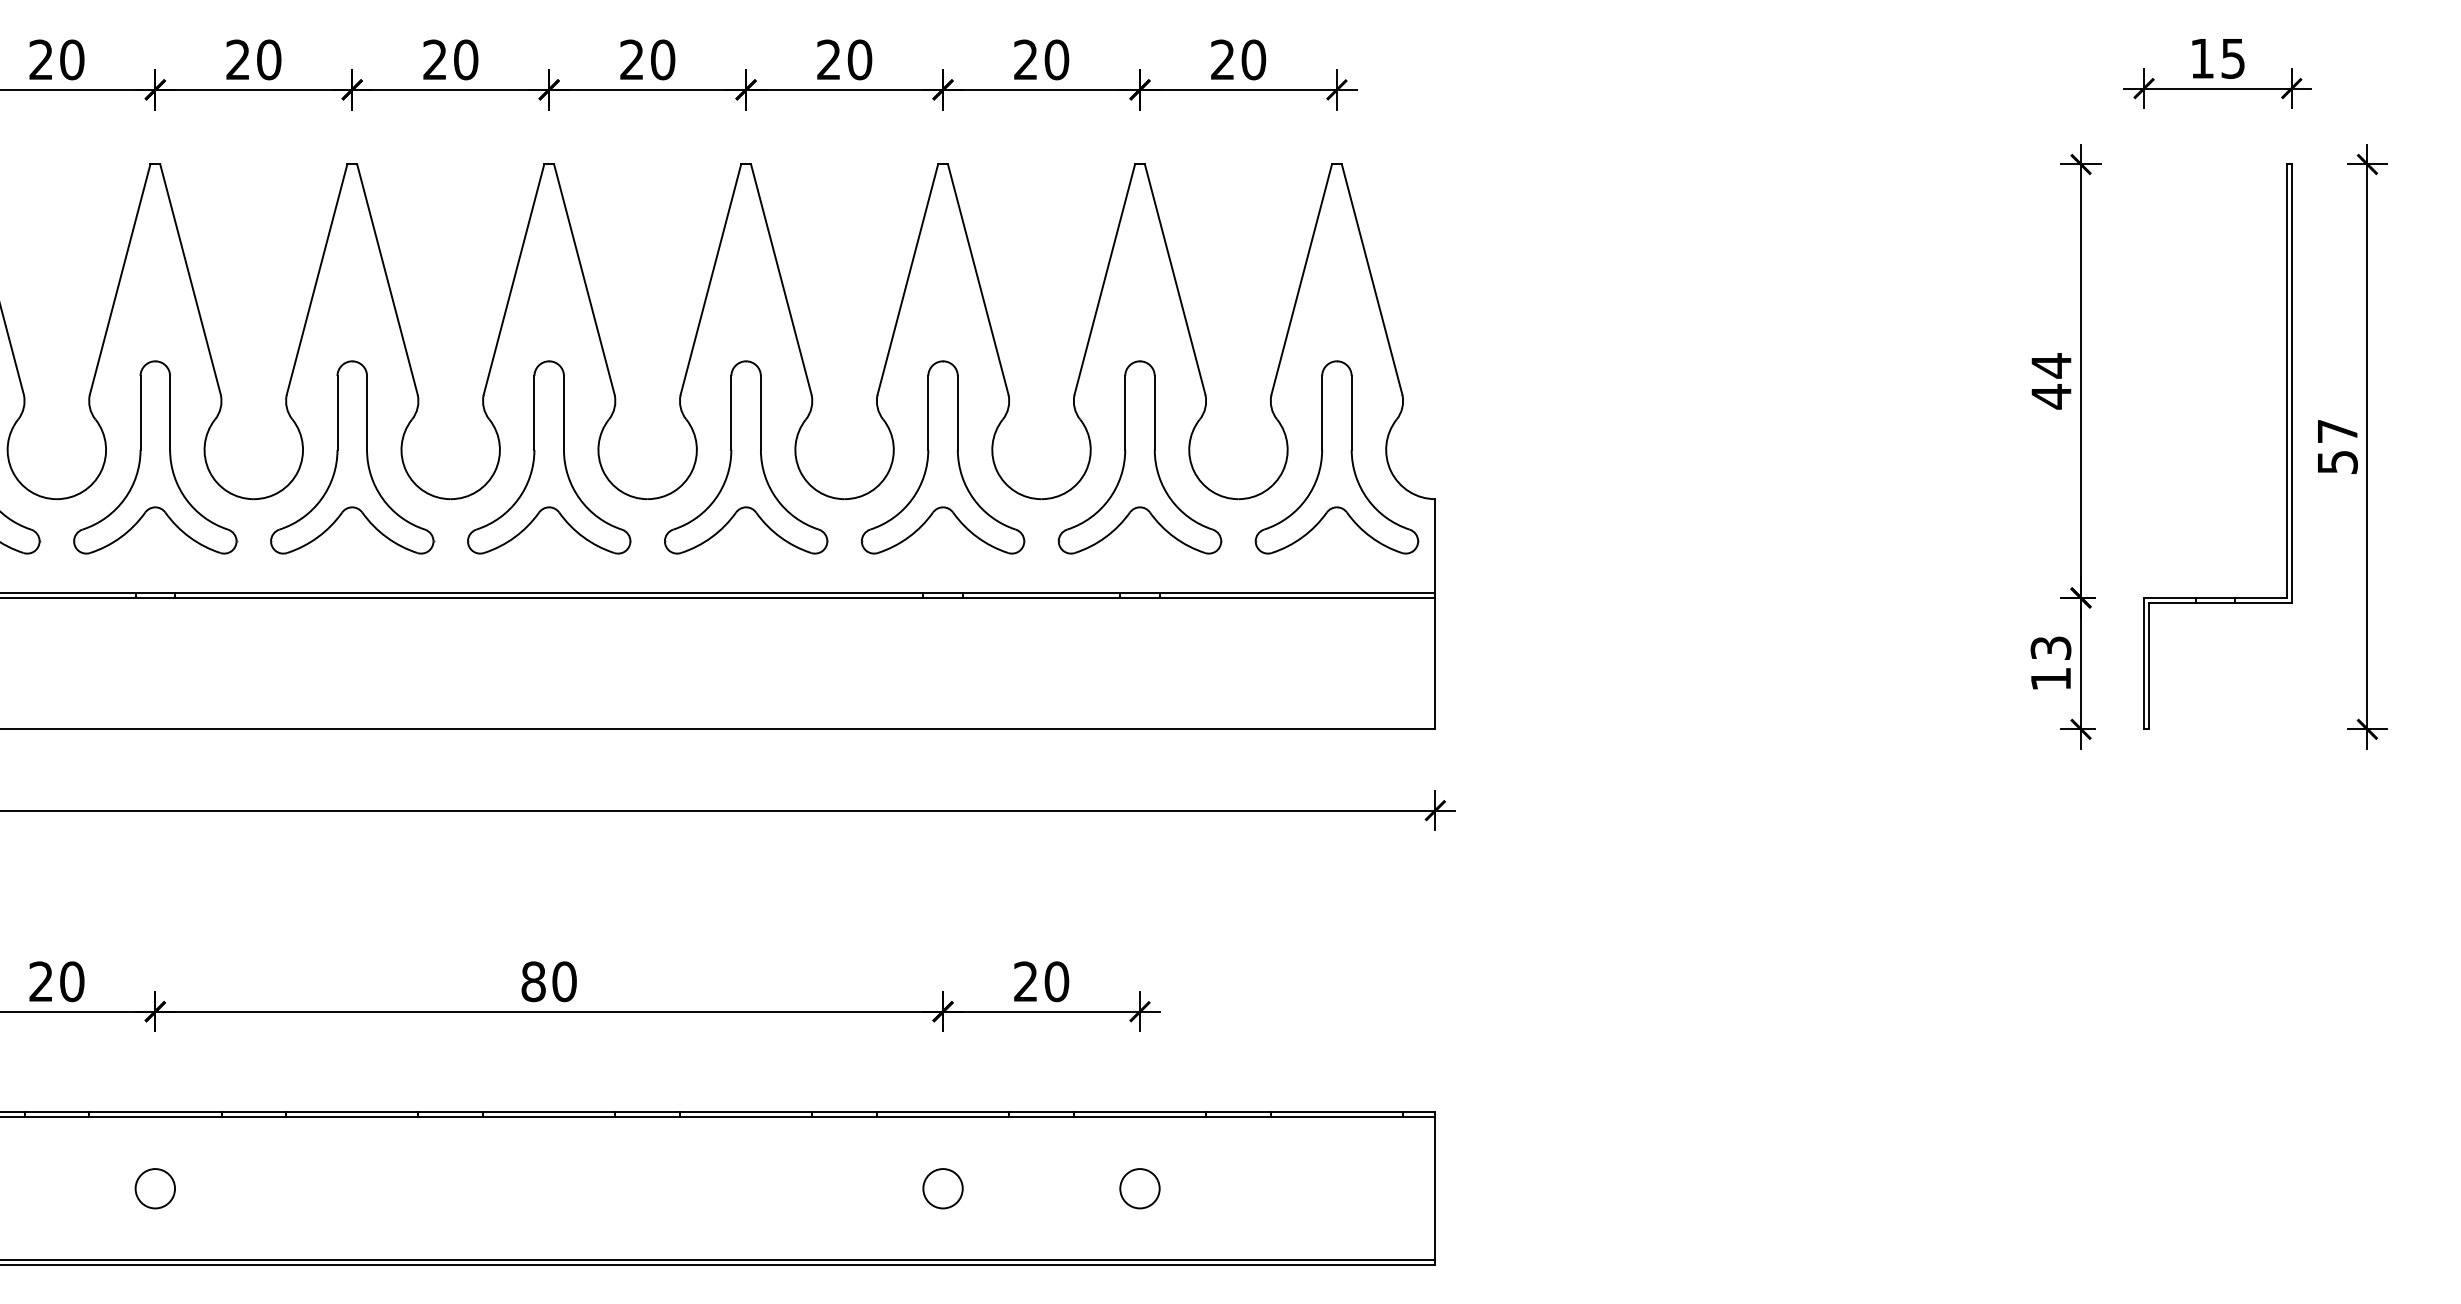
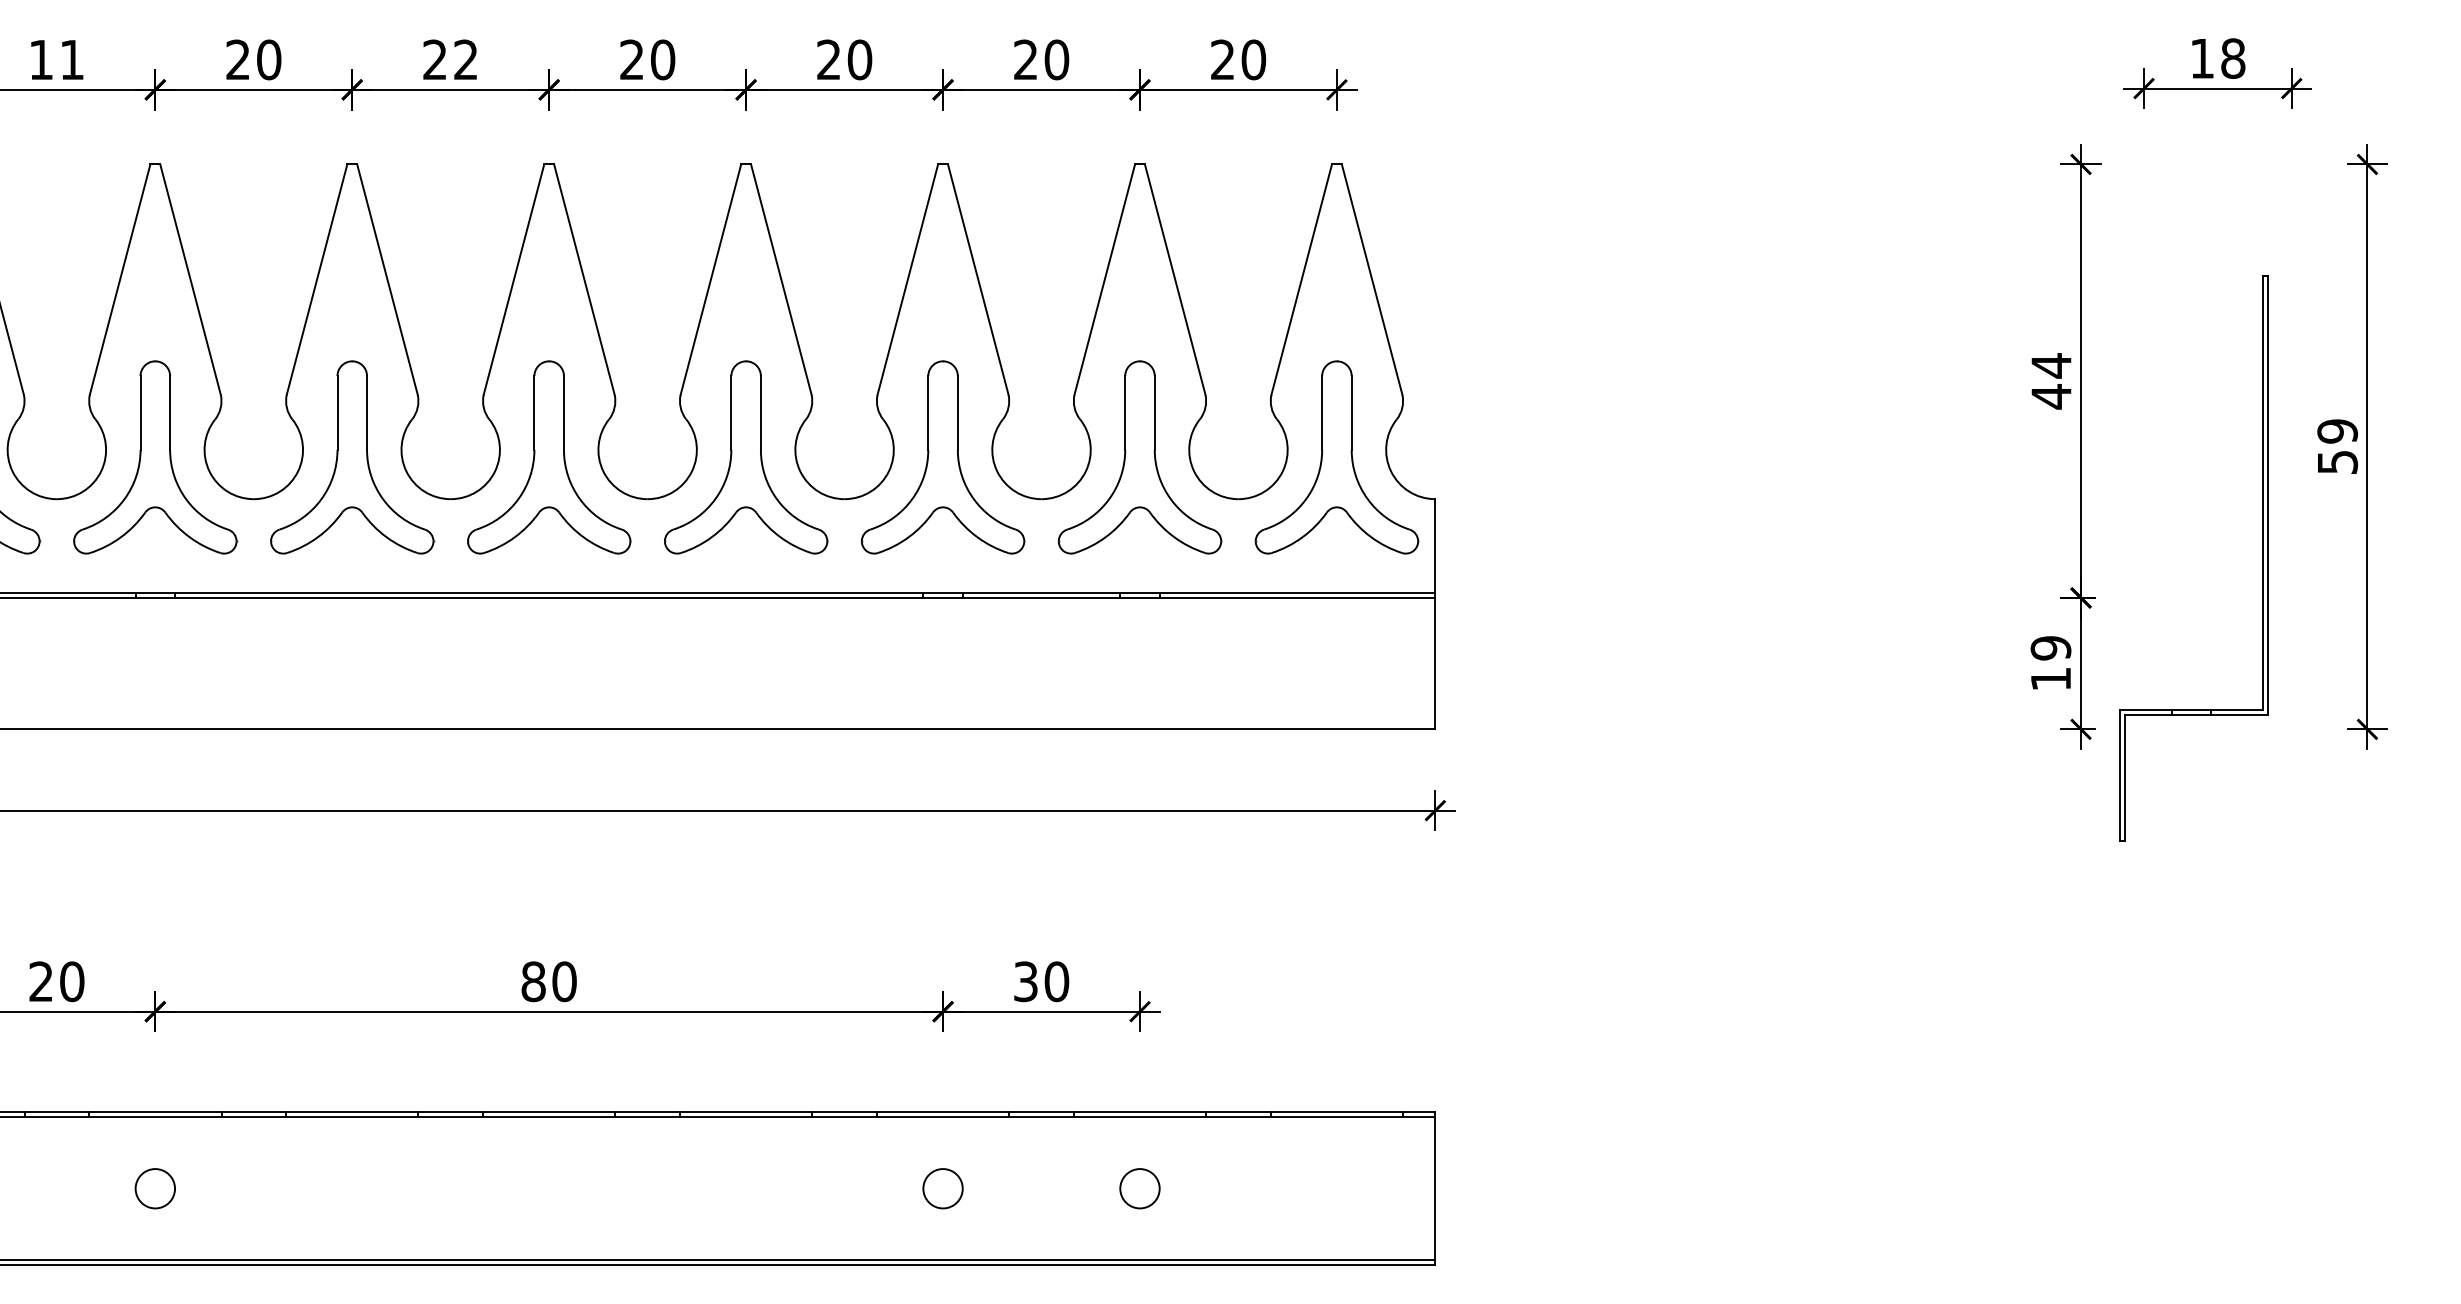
text at (2233, 58): 15 -> 18
text at (56, 59): 20 -> 11
text at (466, 59): 20 -> 22
text at (2337, 431): 57 -> 59
part at (2286, 446) position: (2286, 446) -> (2262, 558)
text at (2050, 648): 13 -> 19
text at (1025, 981): 20 -> 30
